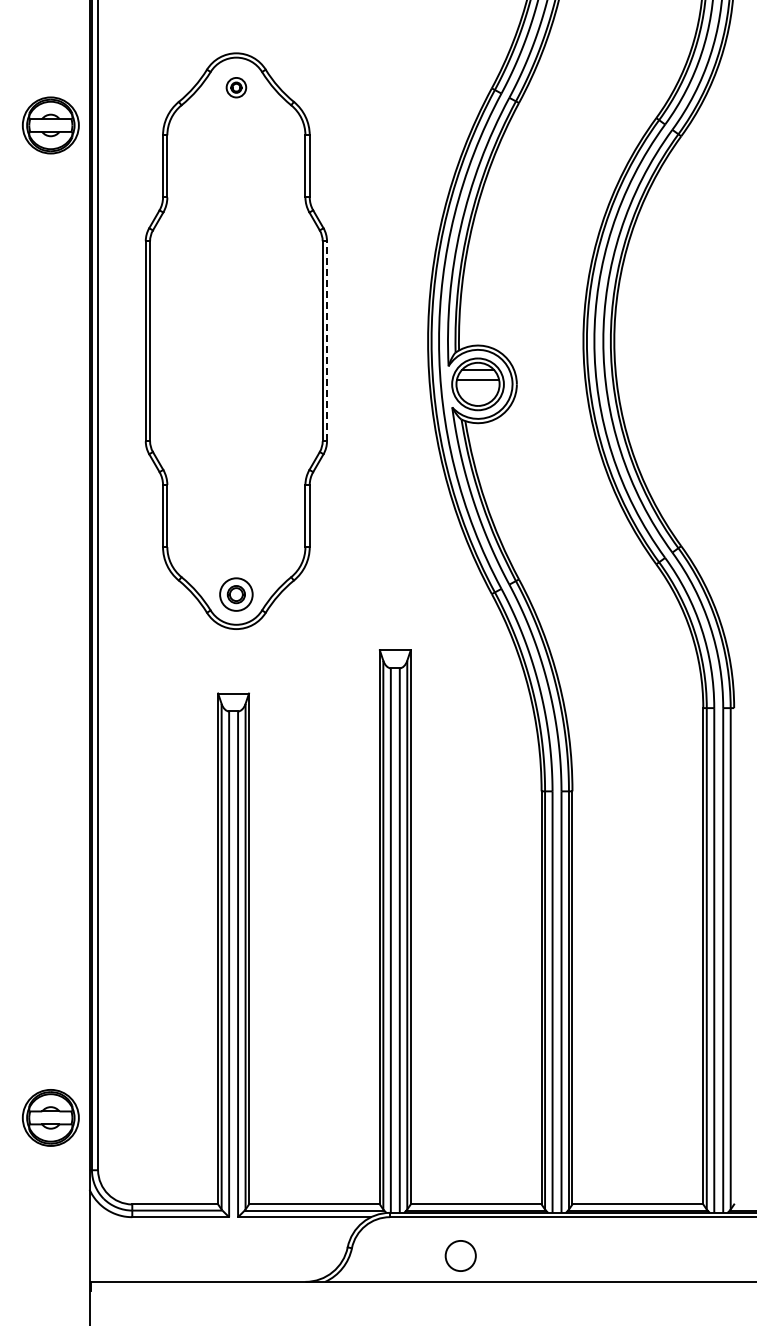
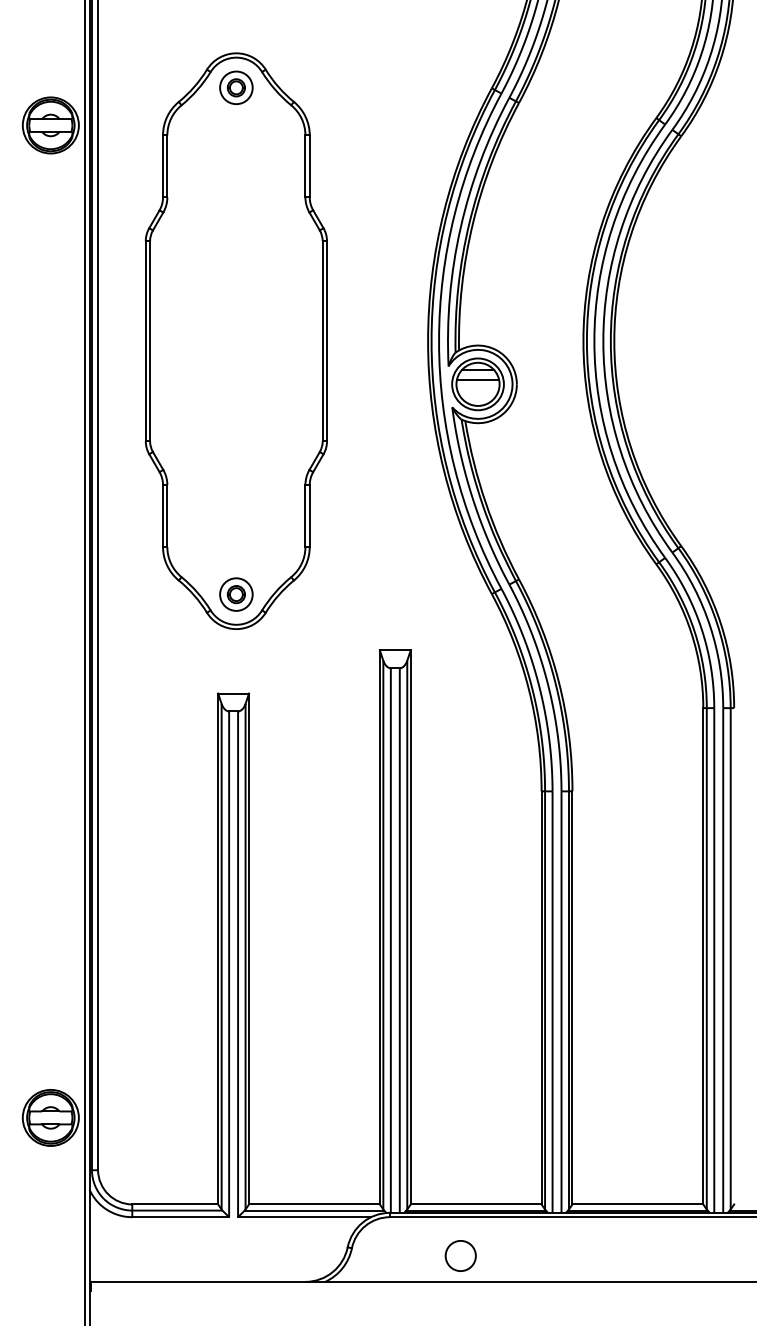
part at (236, 87) size: 23x22 px -> 35x35 px
line at (327, 340): dashed -> solid
line at (85, 662): none -> present
